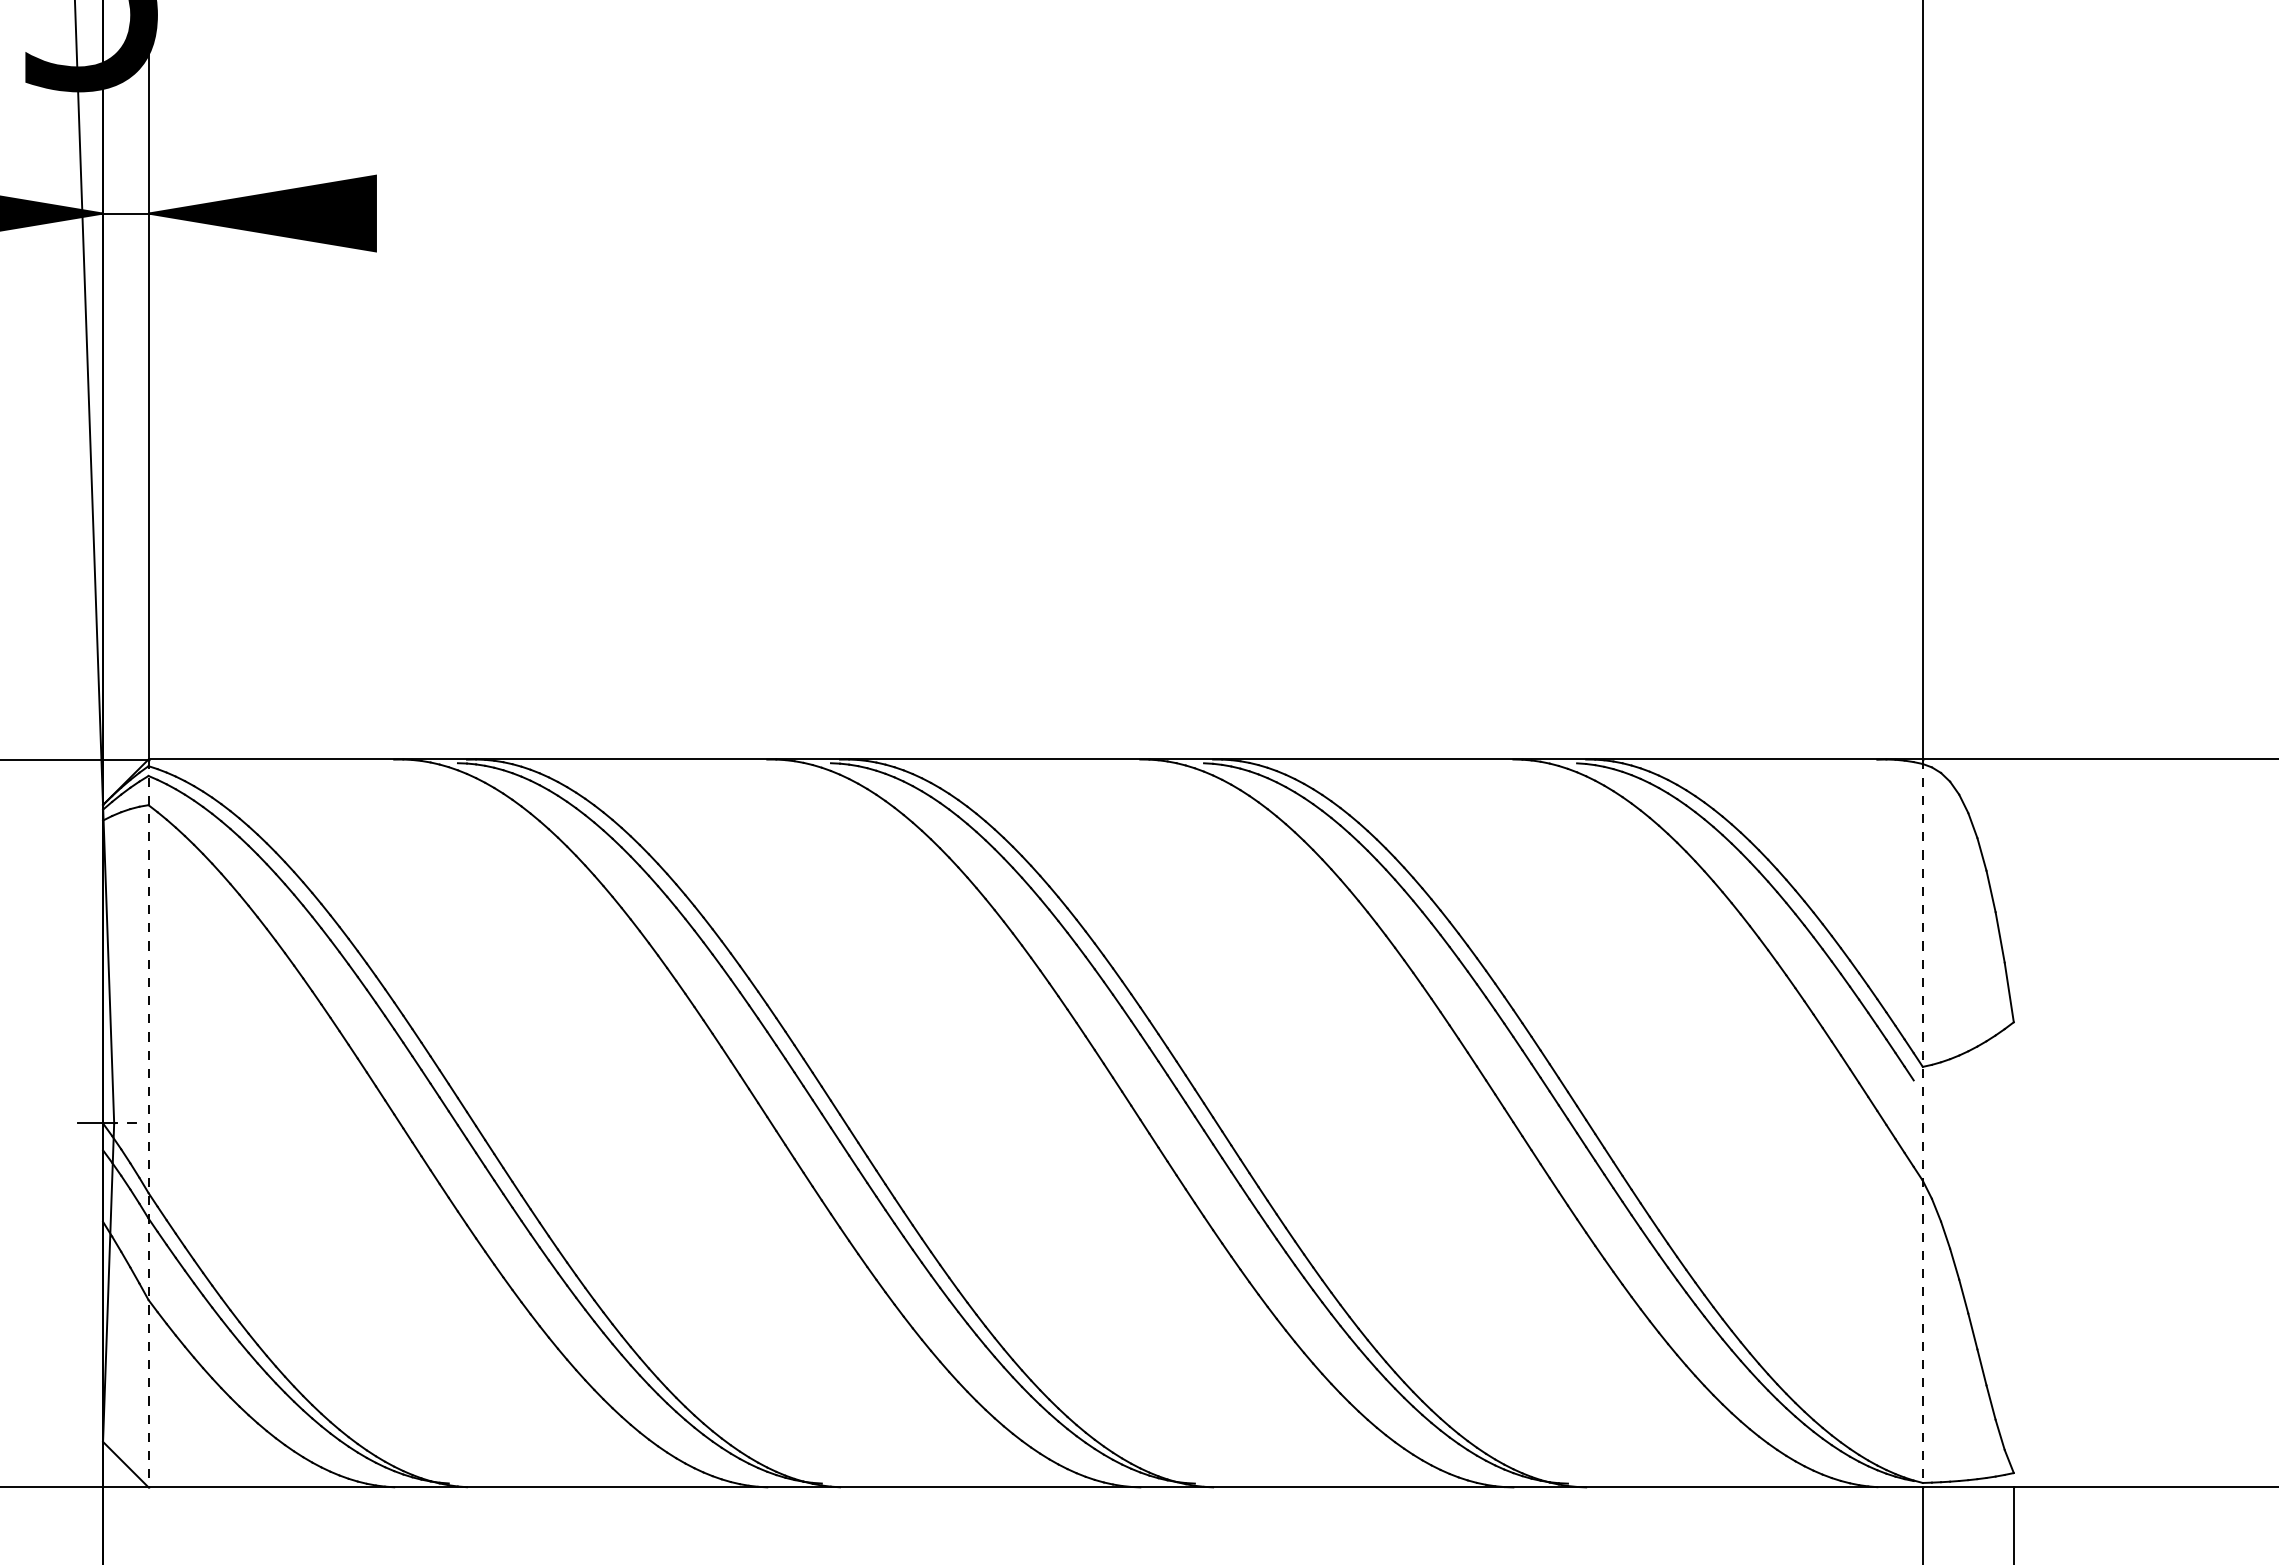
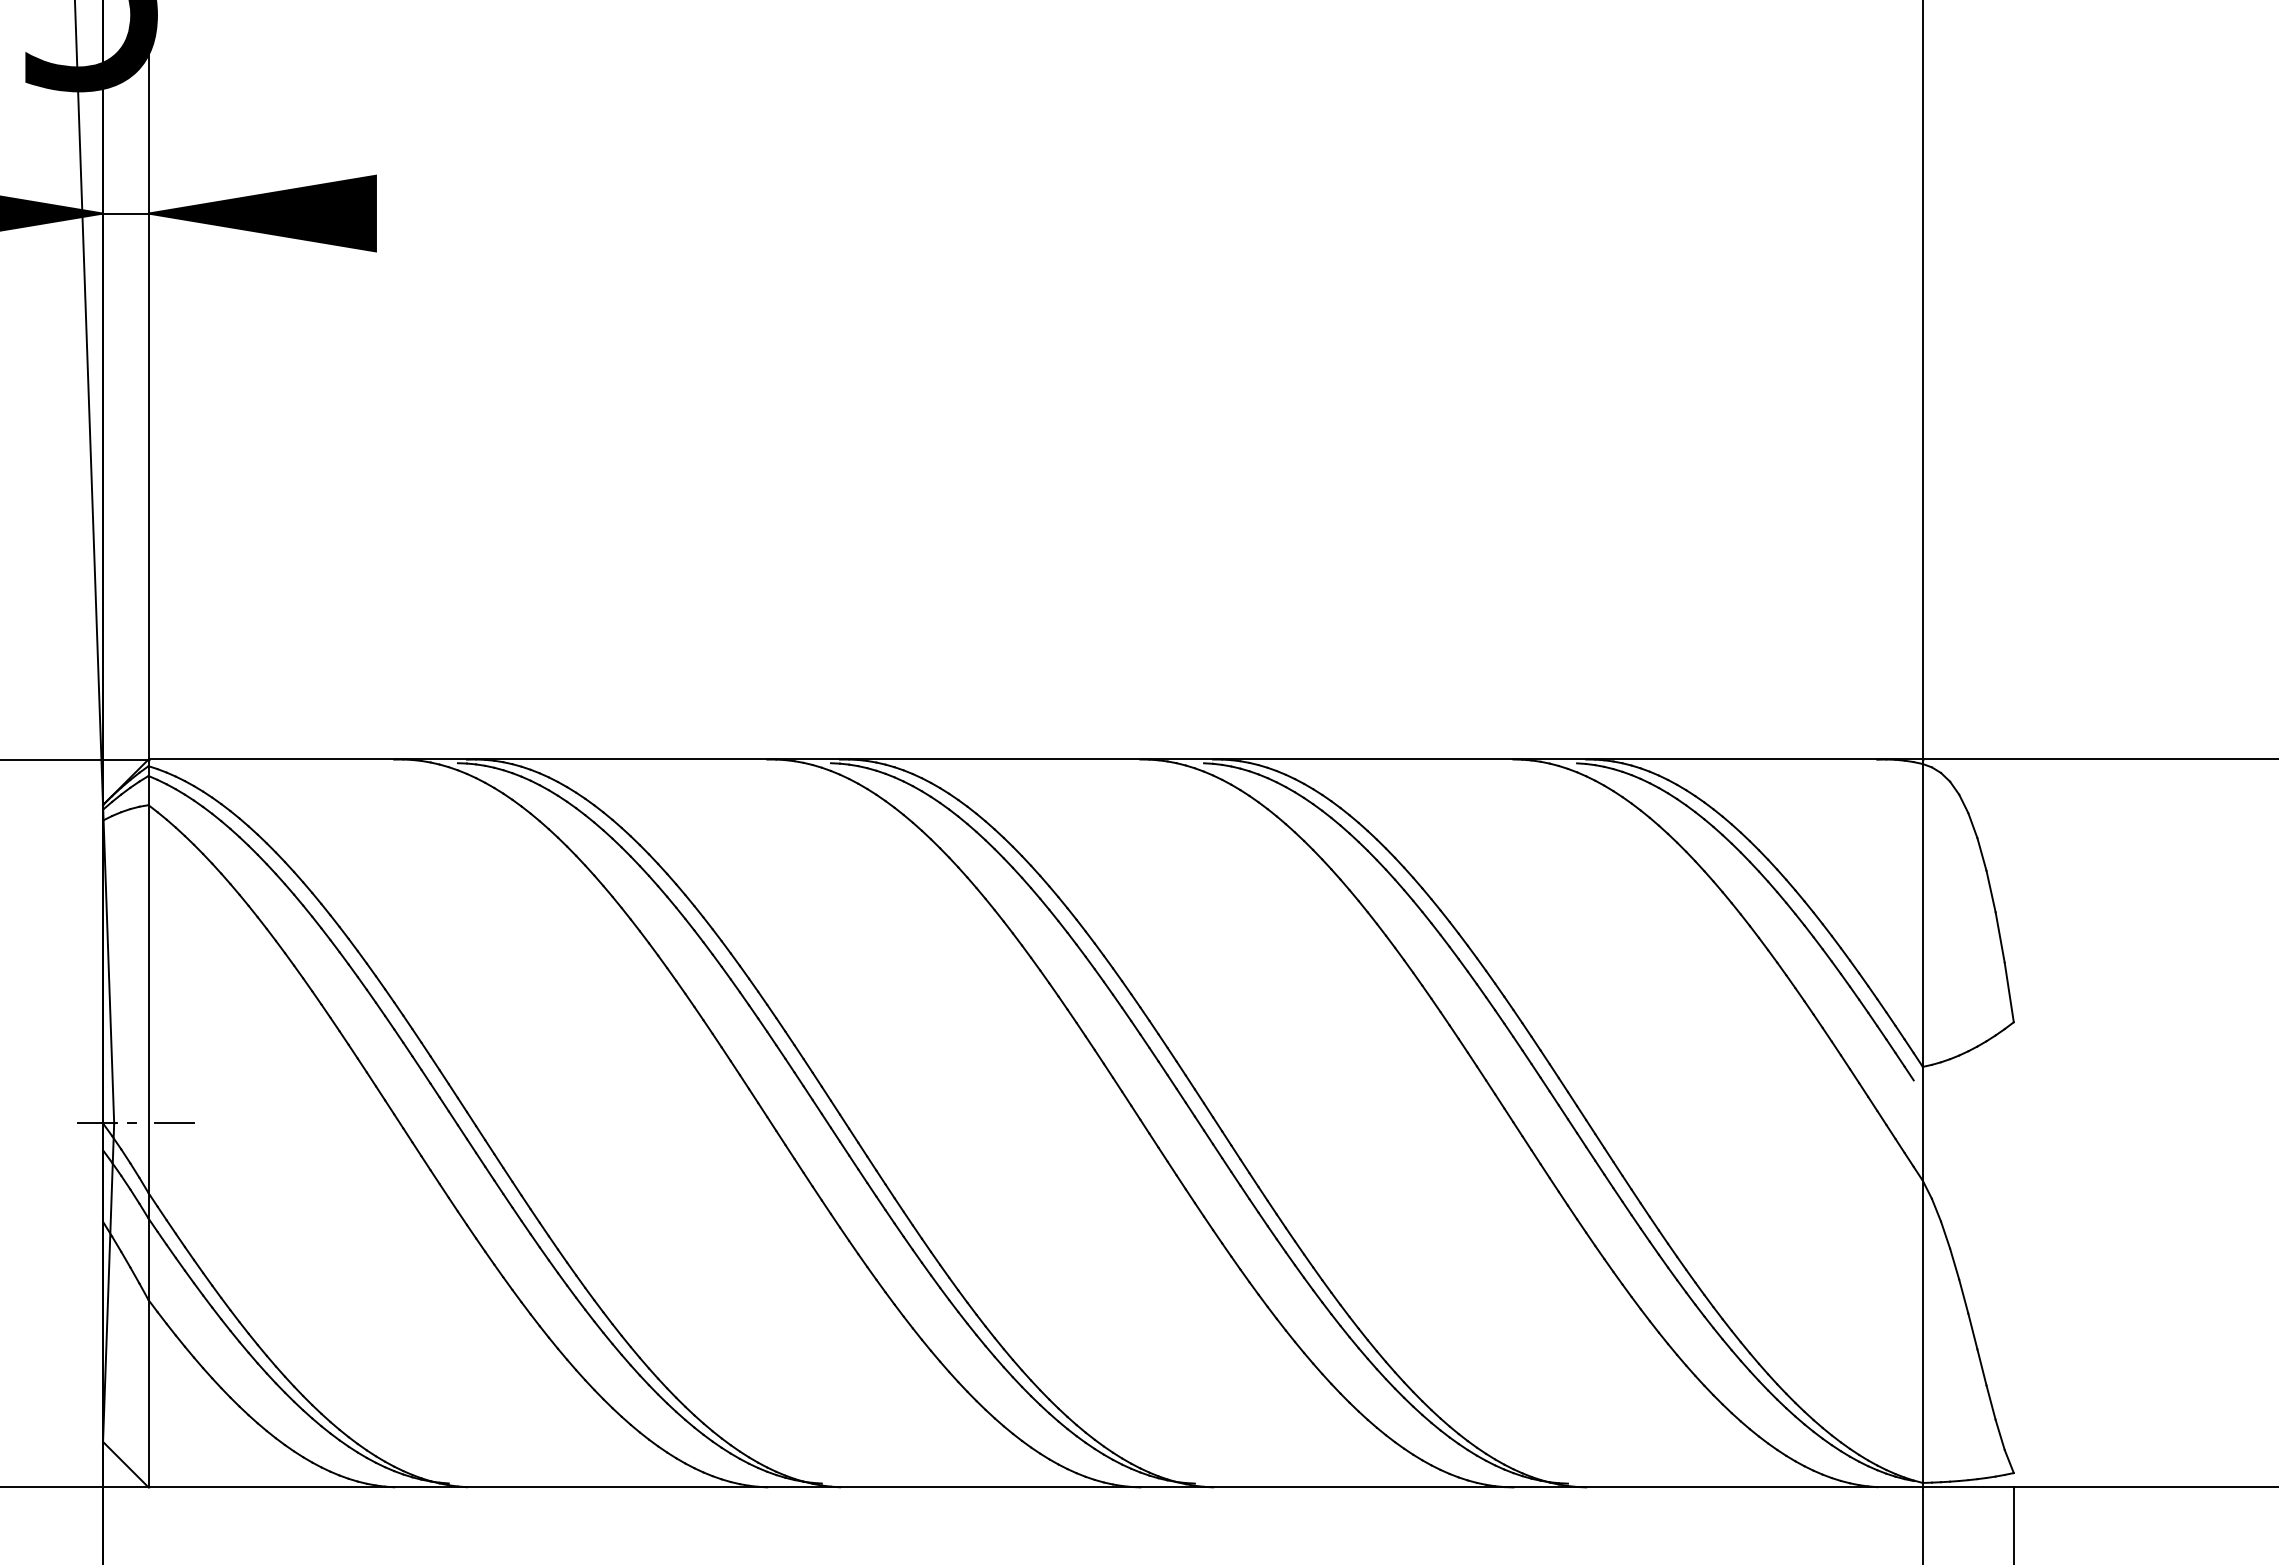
line at (148, 1123): dashed -> solid
line at (174, 1123): none -> present
line at (1922, 1123): dashed -> solid
